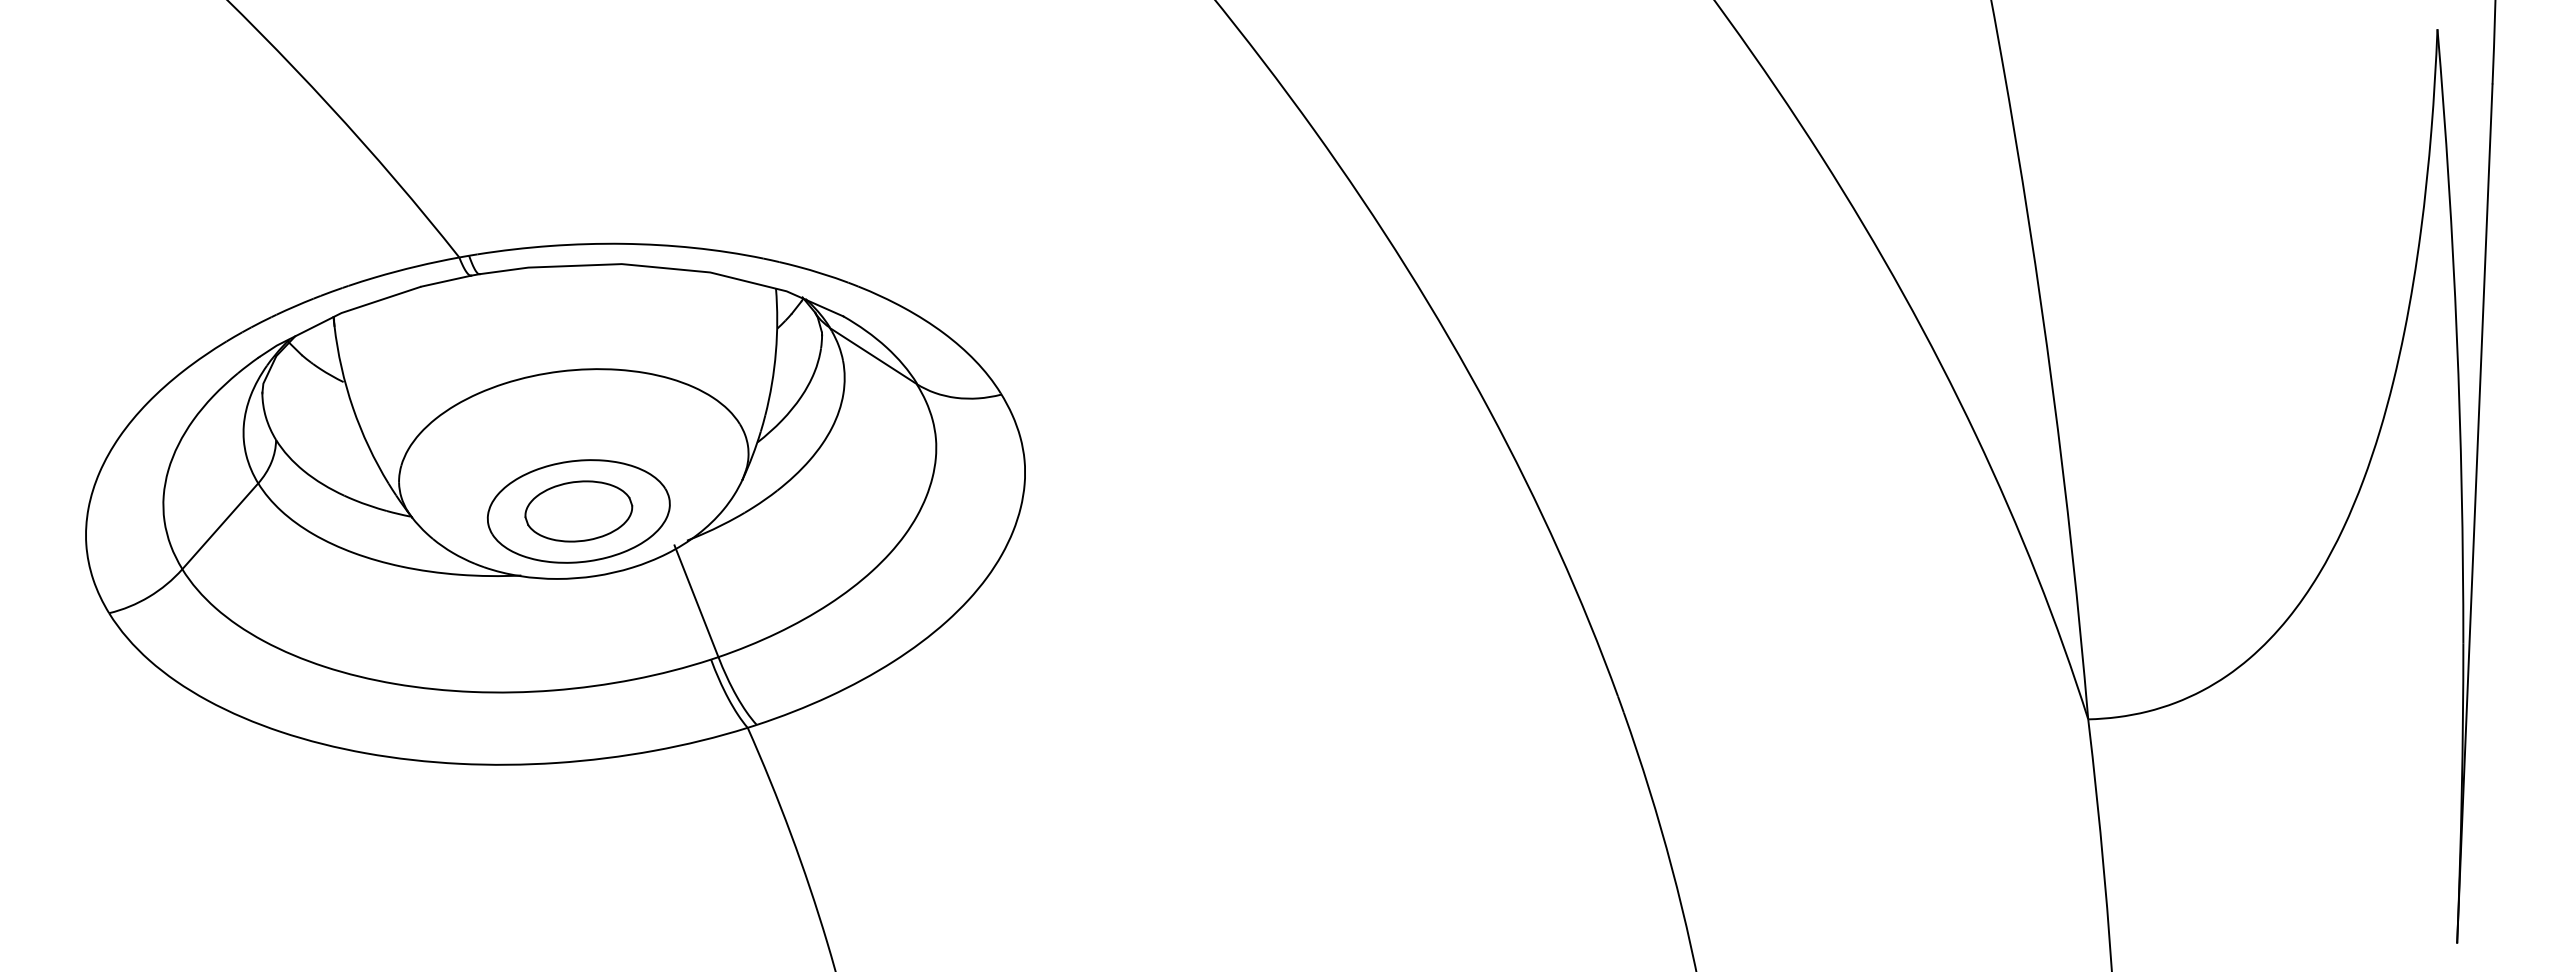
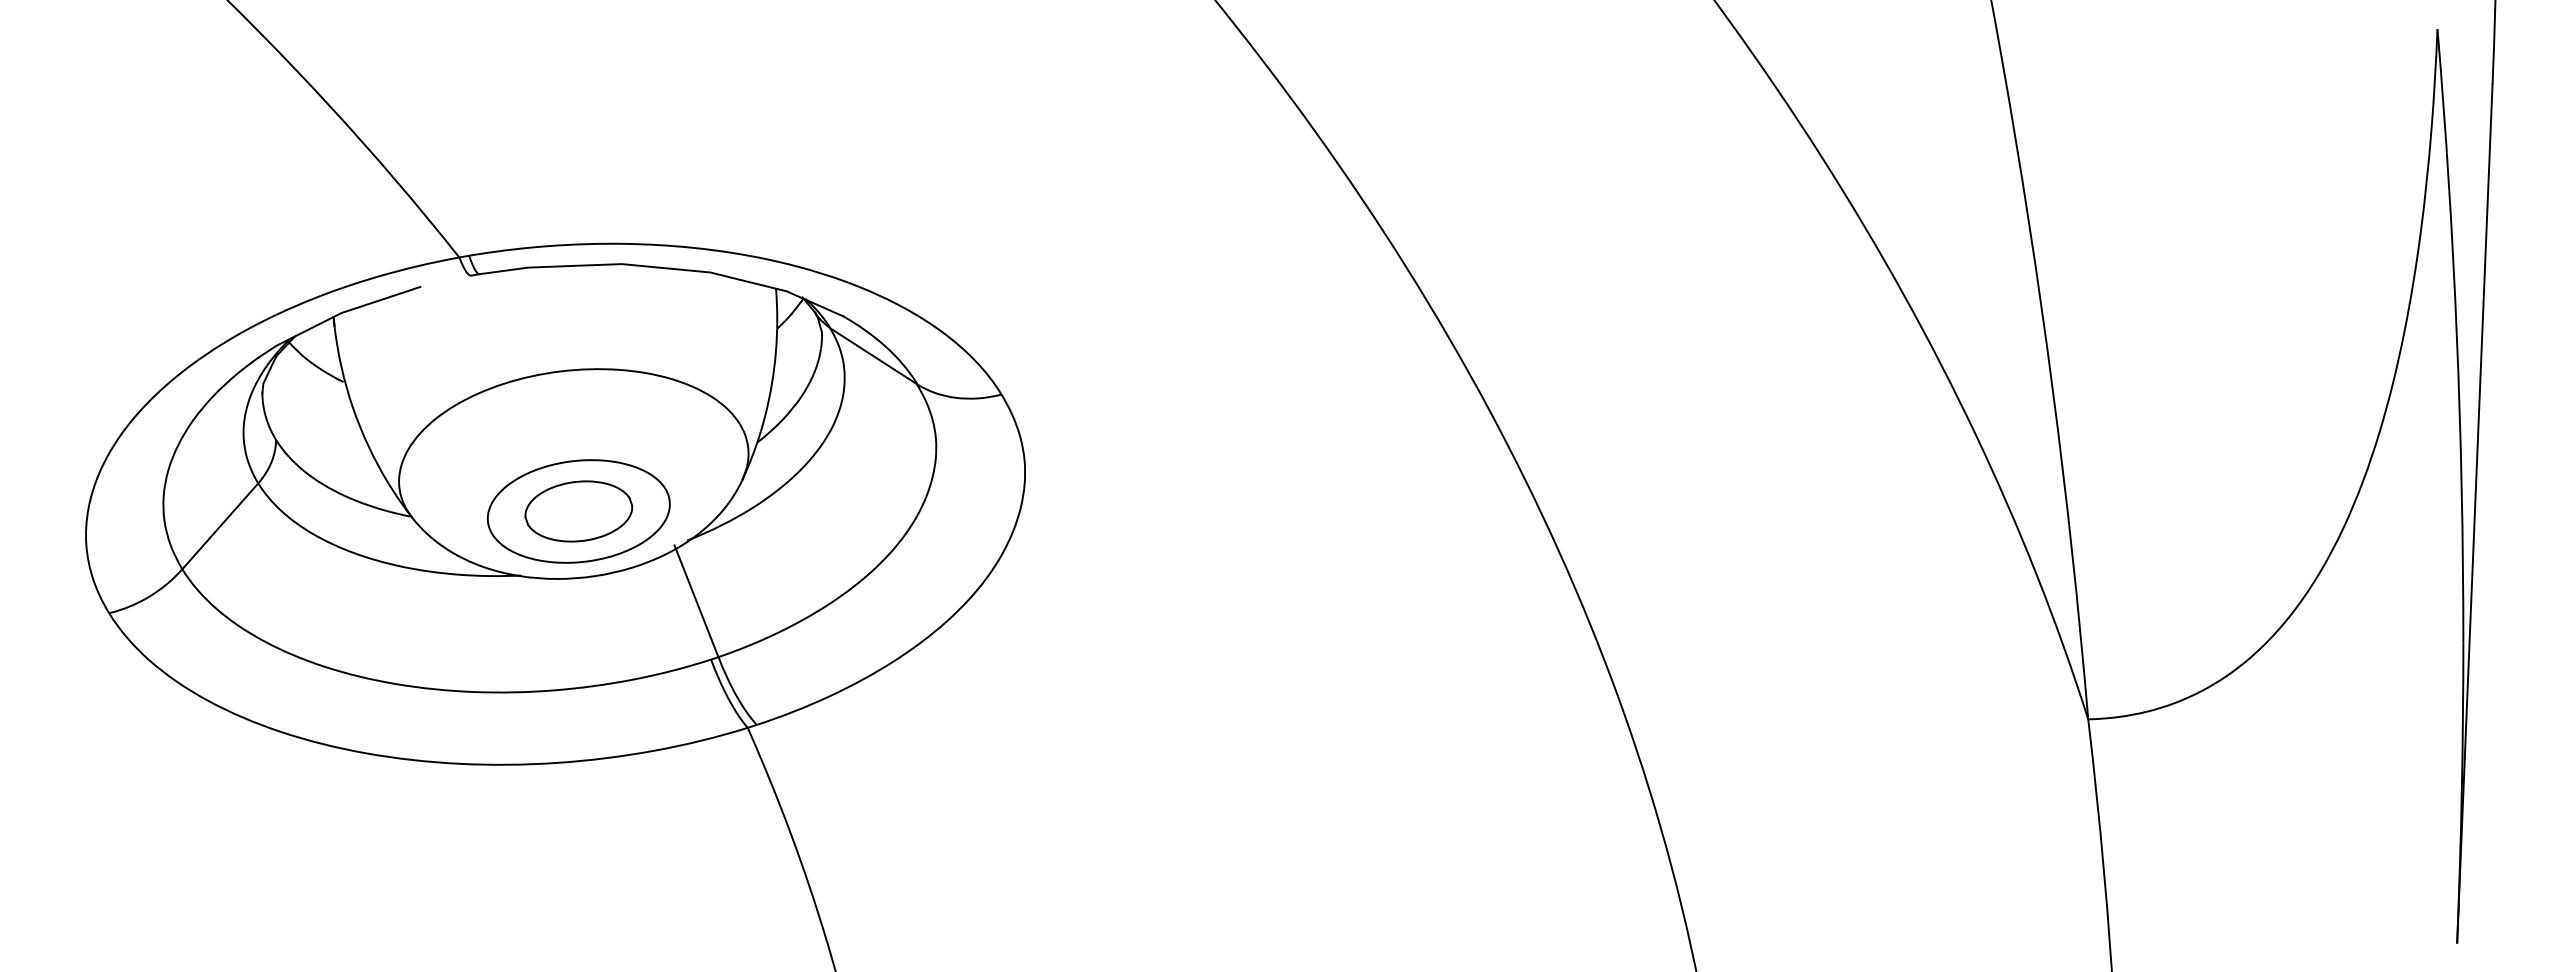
line at (446, 280): present -> none
